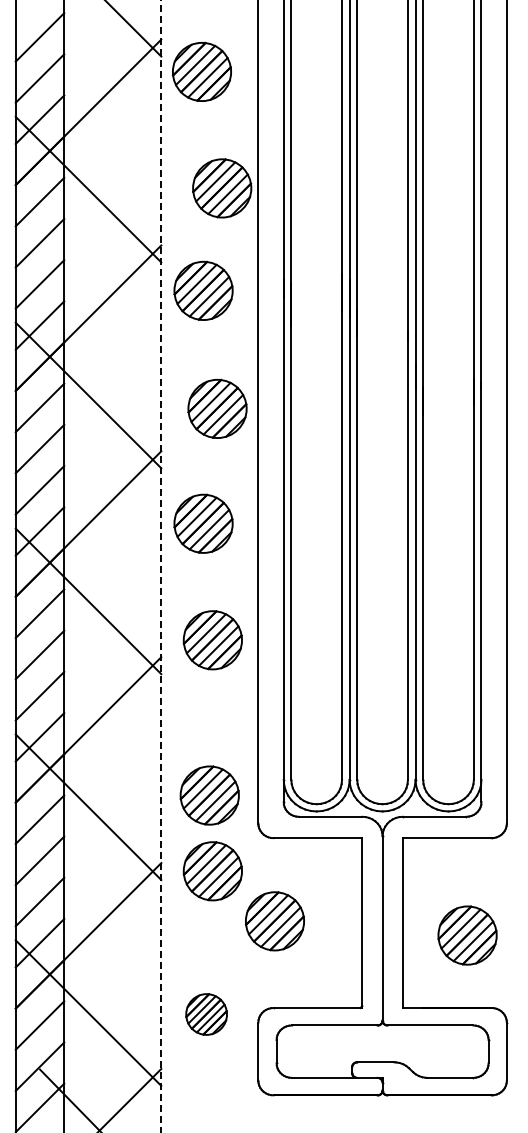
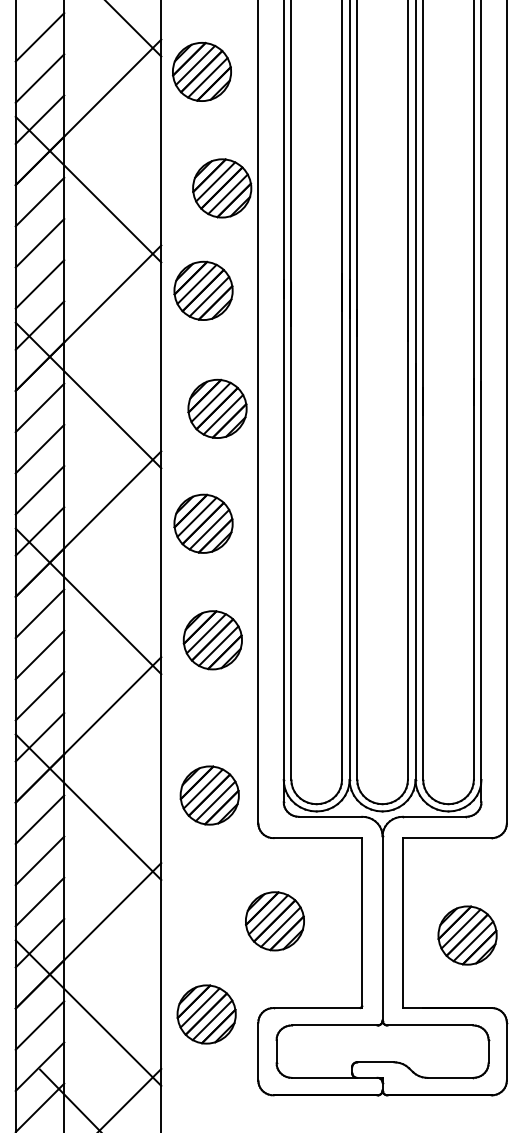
line at (161, 566): dashed -> solid
part at (212, 871): present -> none
part at (206, 1014) size: 43x43 px -> 61x61 px
